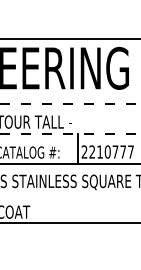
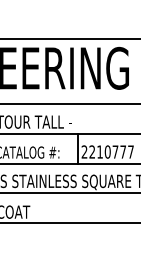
line at (70, 103): dashed -> solid
line at (70, 133): dashed -> solid
line at (69, 193): none -> present
